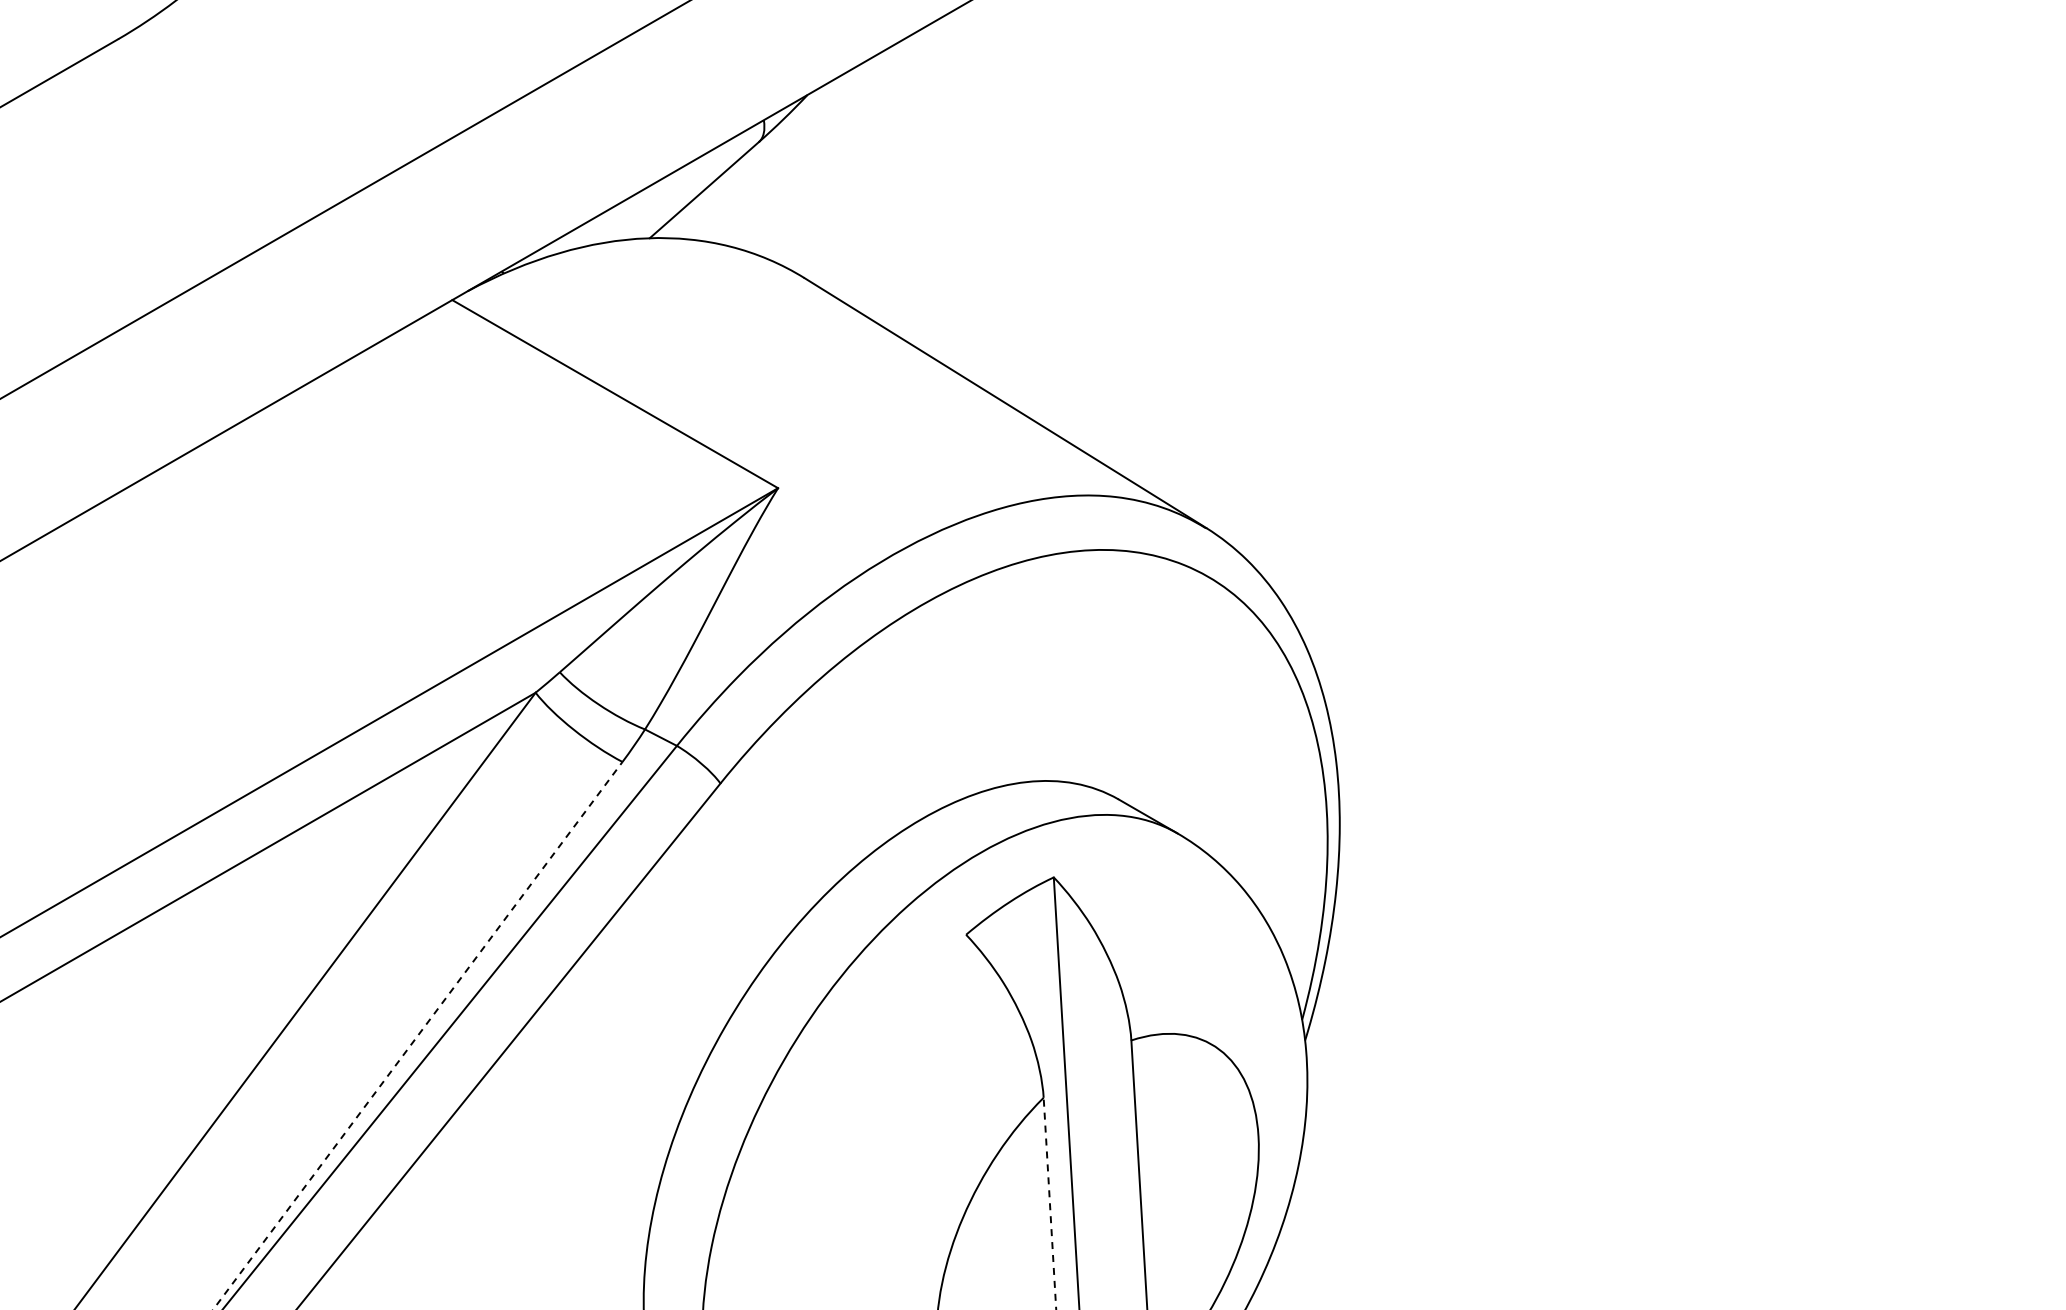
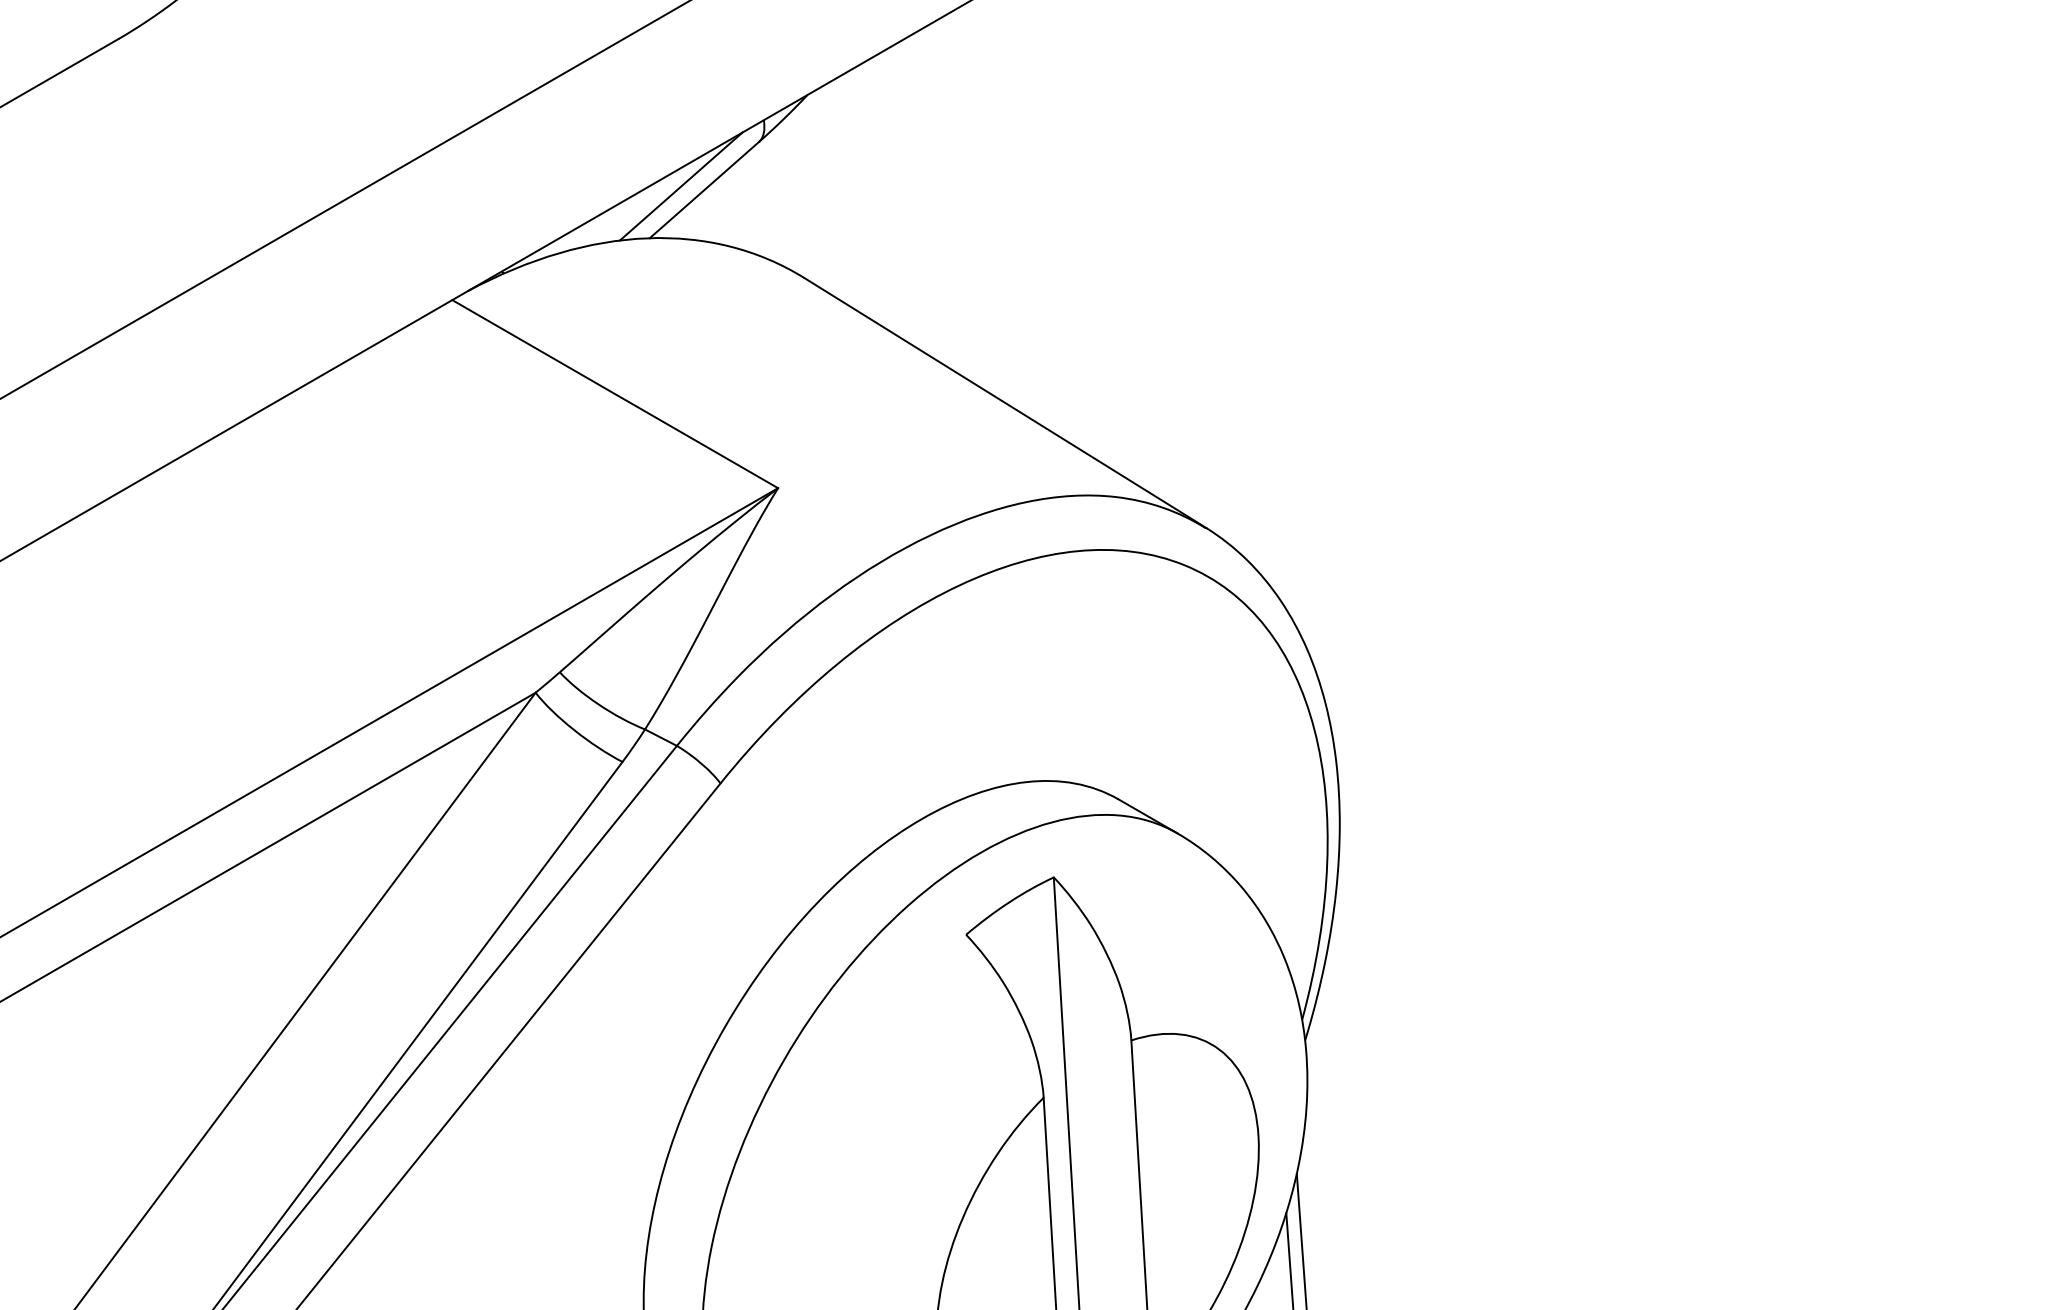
line at (680, 186): none -> present
line at (417, 1035): dashed -> solid
line at (1049, 1203): dashed -> solid
line at (1301, 1239): none -> present
line at (1289, 1259): none -> present
